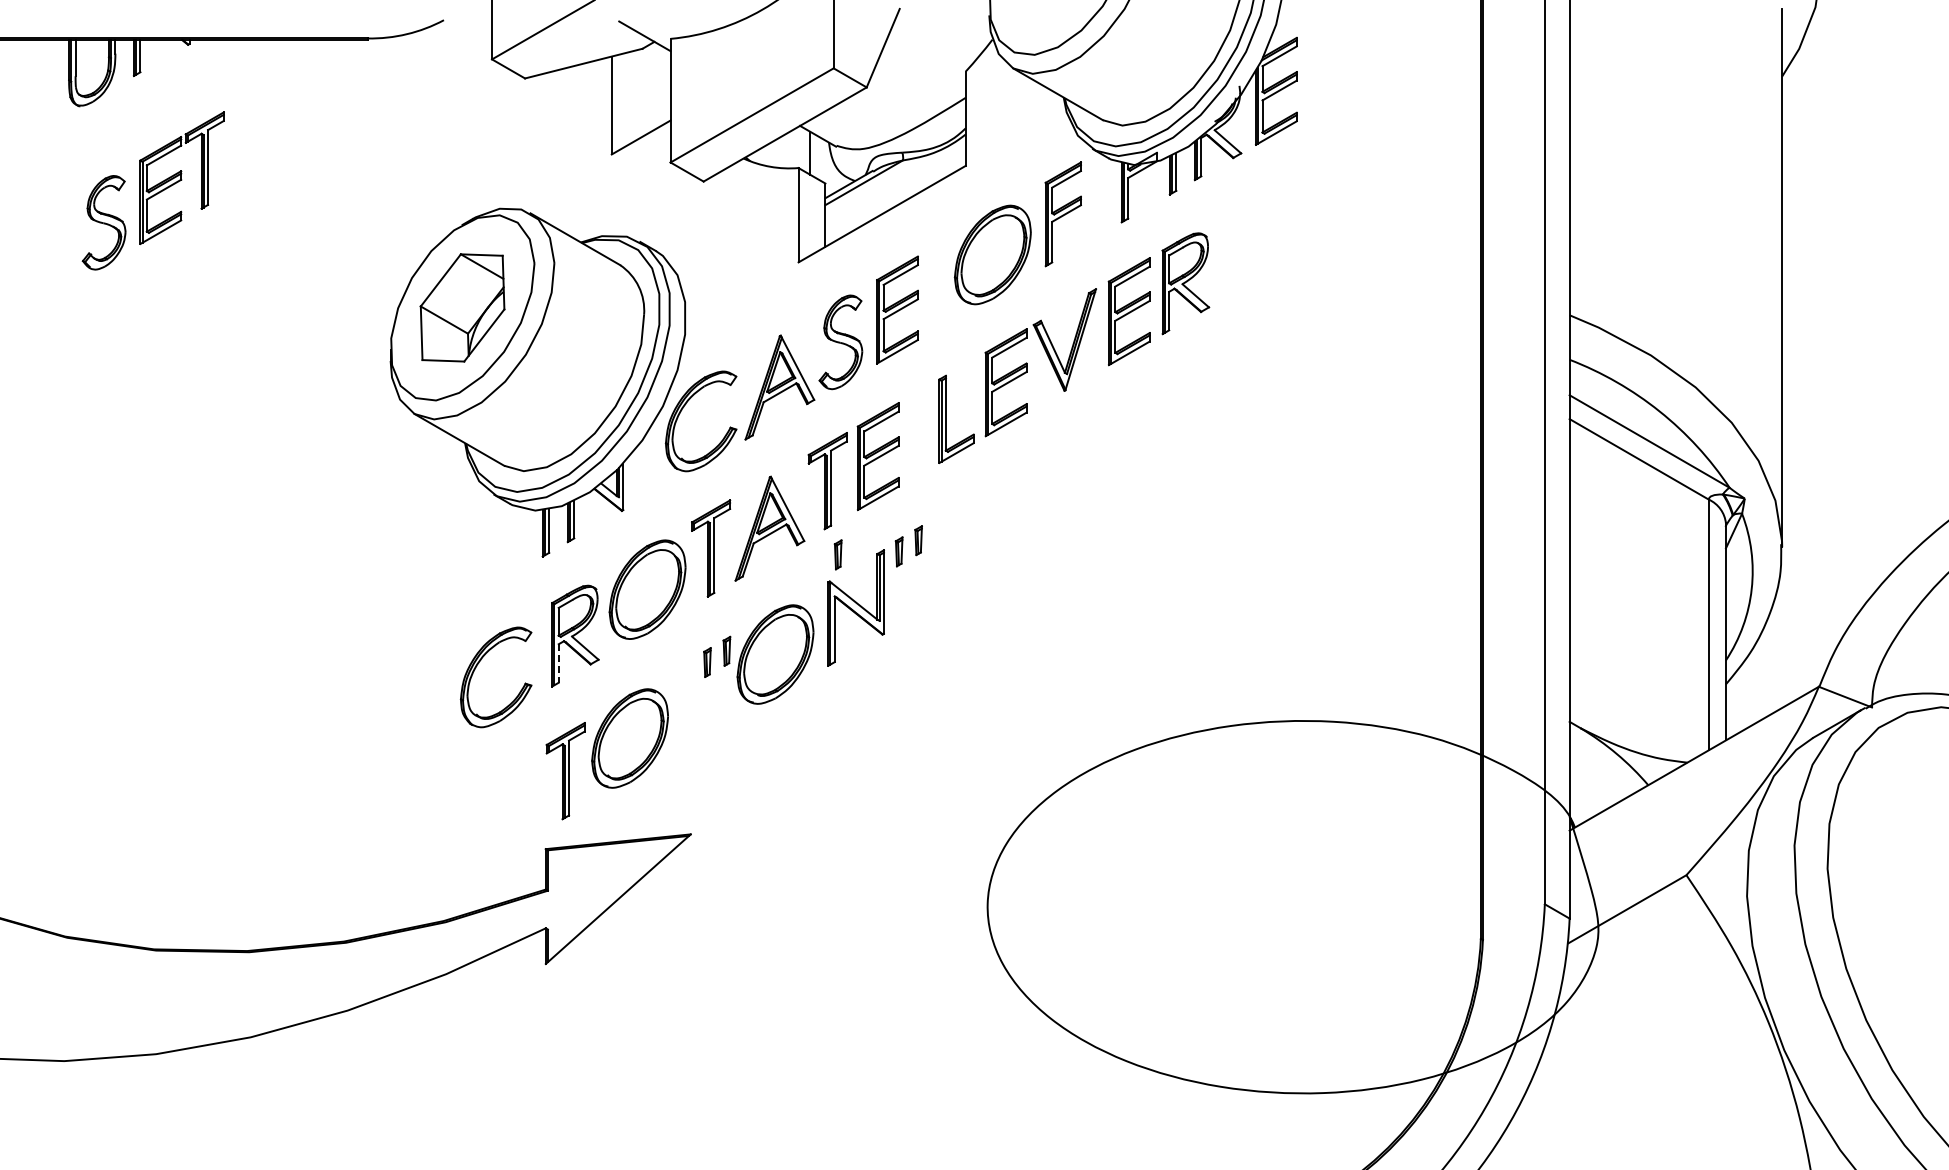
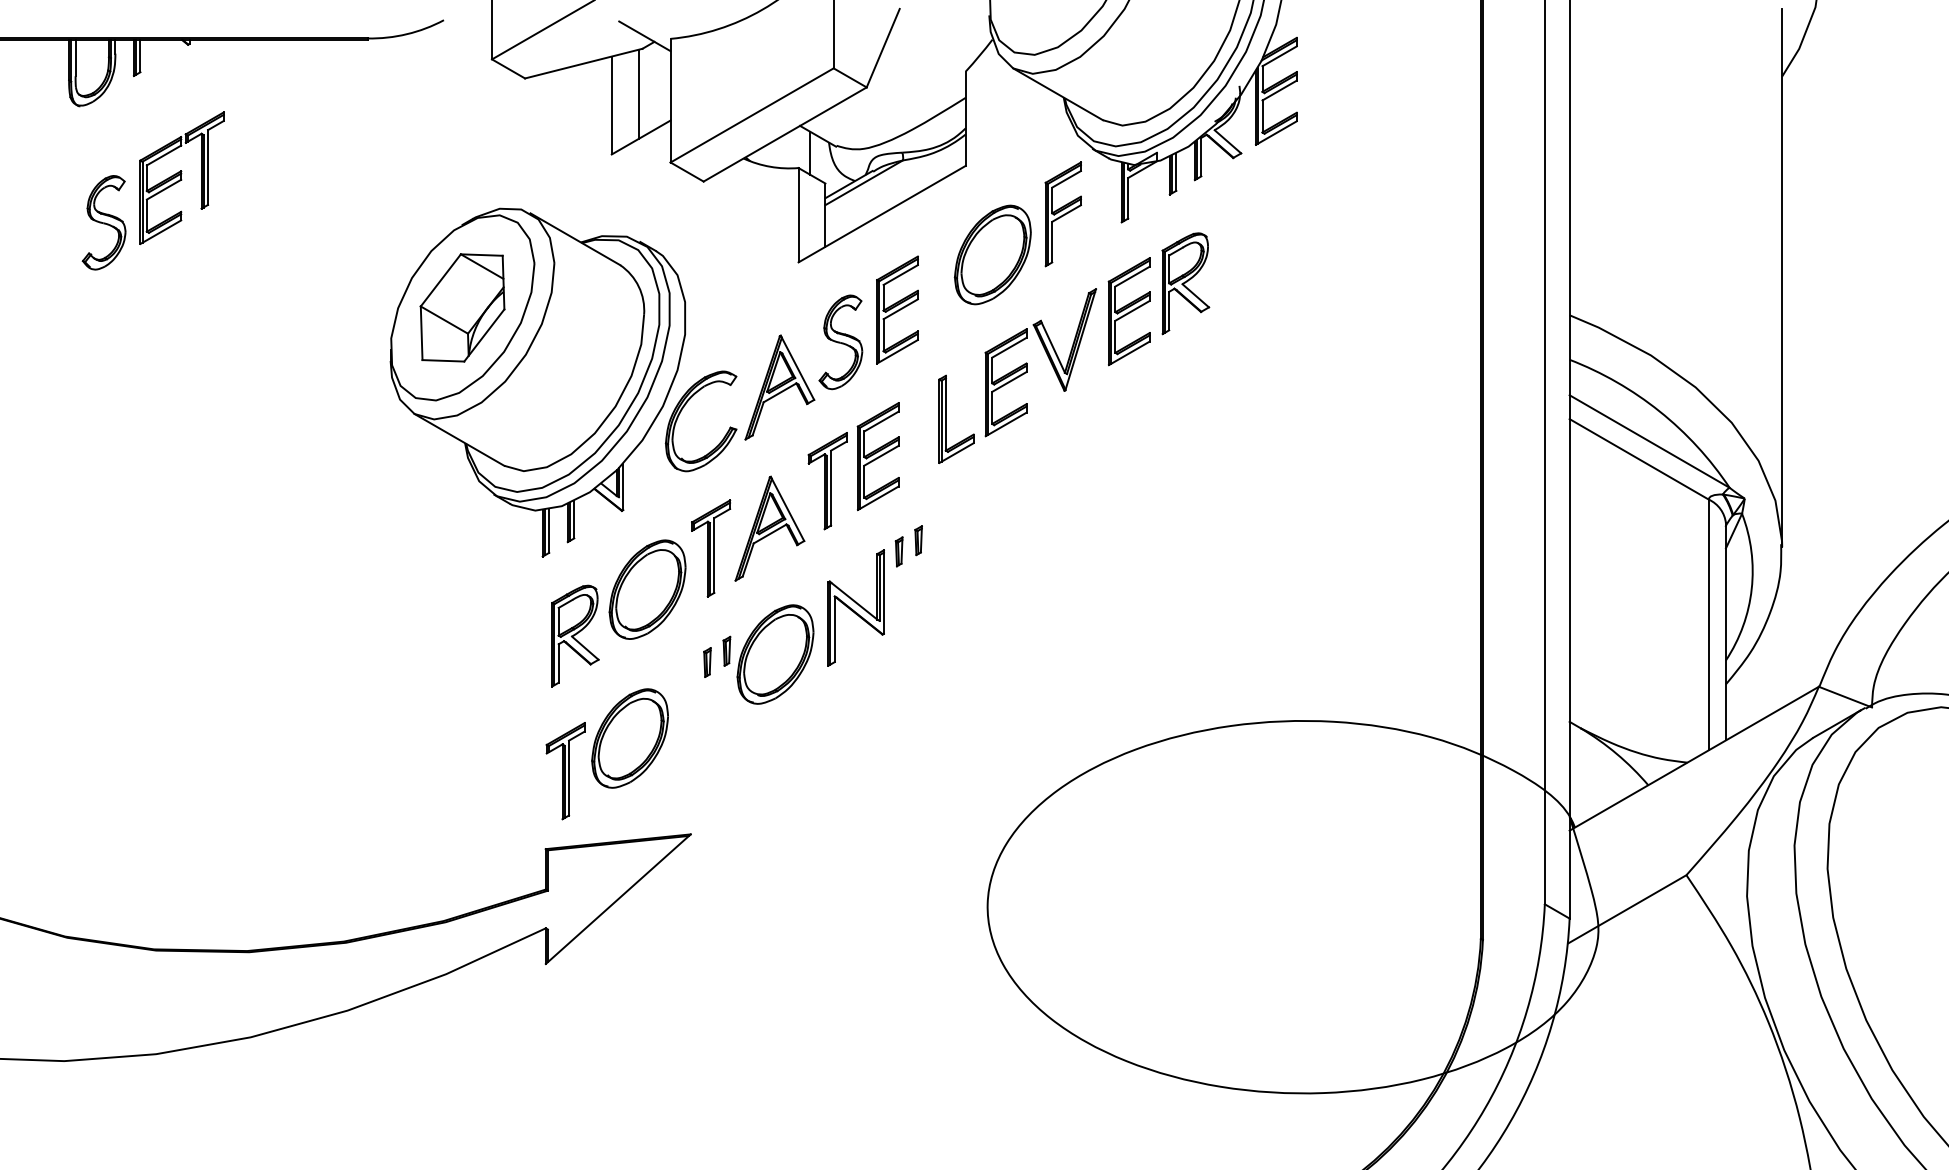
line at (638, 94): none -> present
part at (837, 554): present -> none
line at (558, 663): dashed -> solid
part at (477, 666): present -> none
